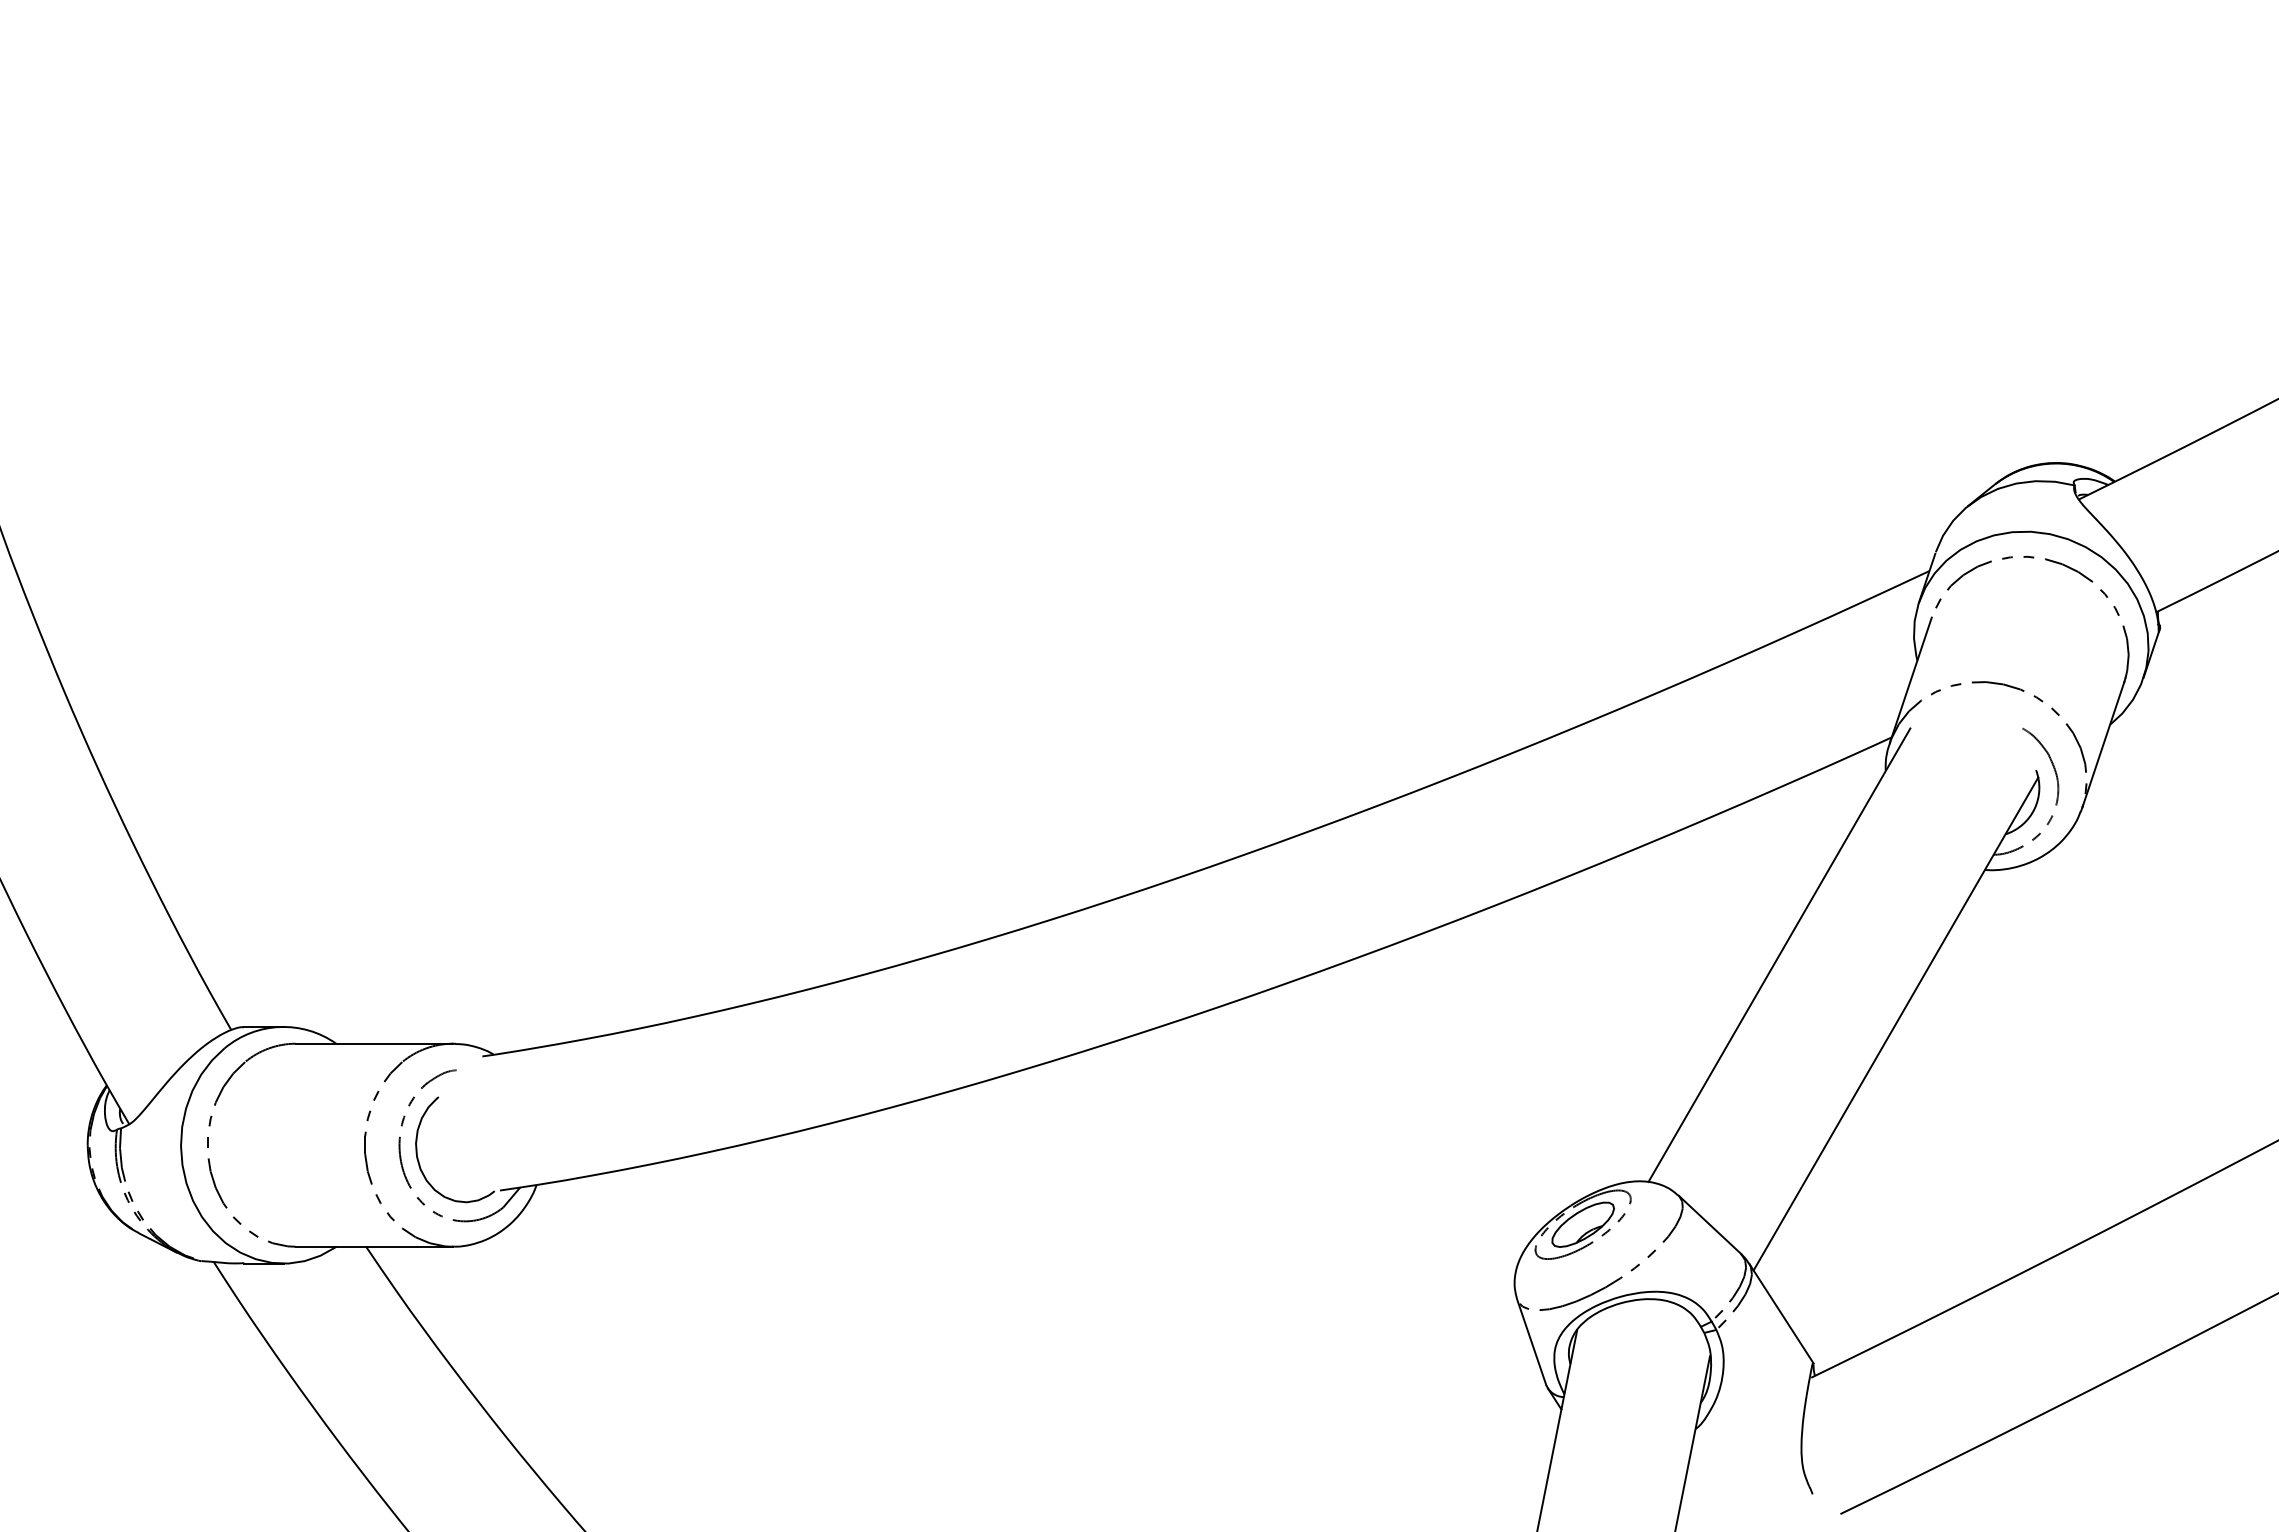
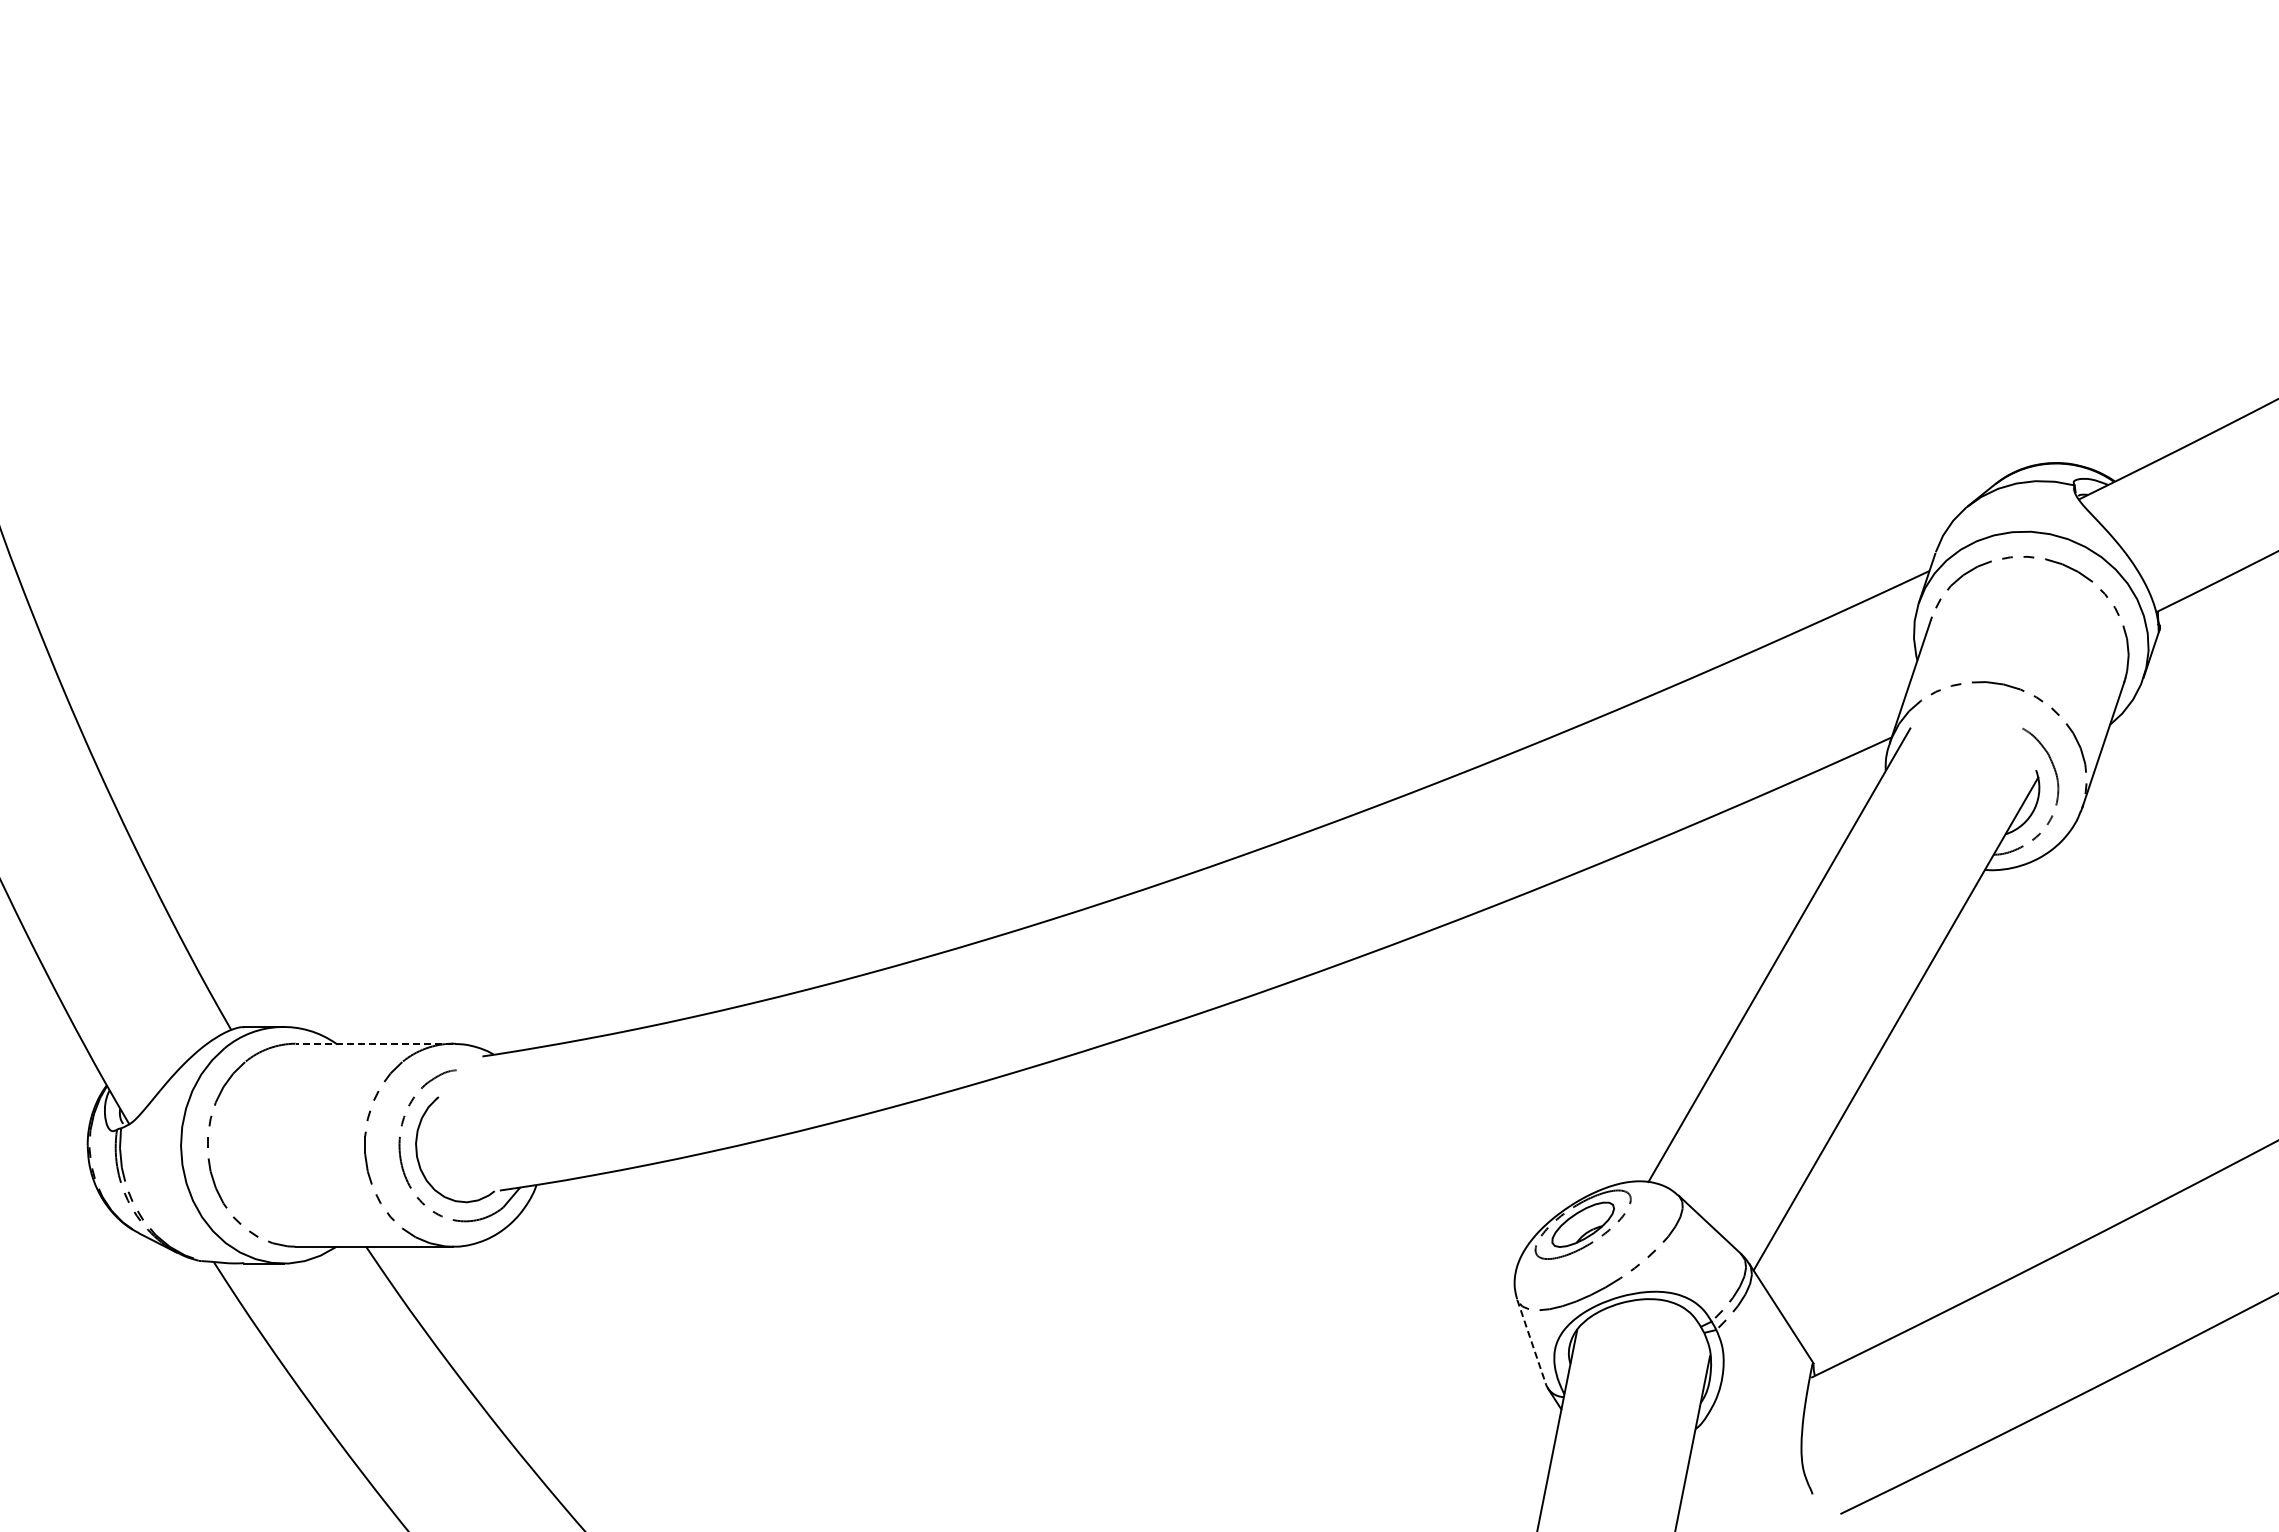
line at (374, 1043): solid -> dashed
line at (1531, 1342): solid -> dashed
